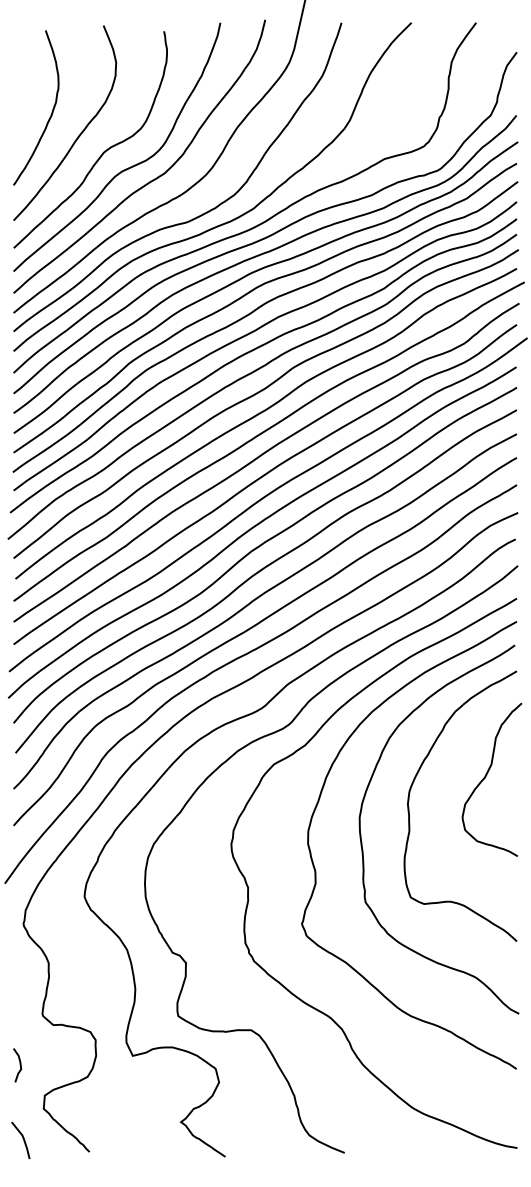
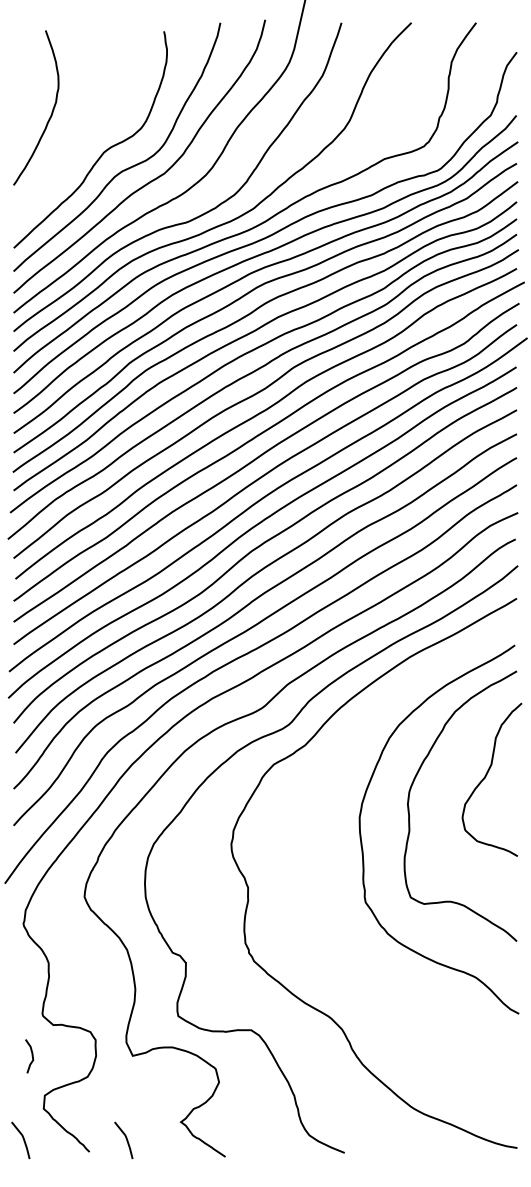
curve at (80, 132): present -> none
curve at (316, 870): present -> none
curve at (19, 1065) position: (19, 1065) -> (31, 1056)
line at (125, 1138): none -> present
